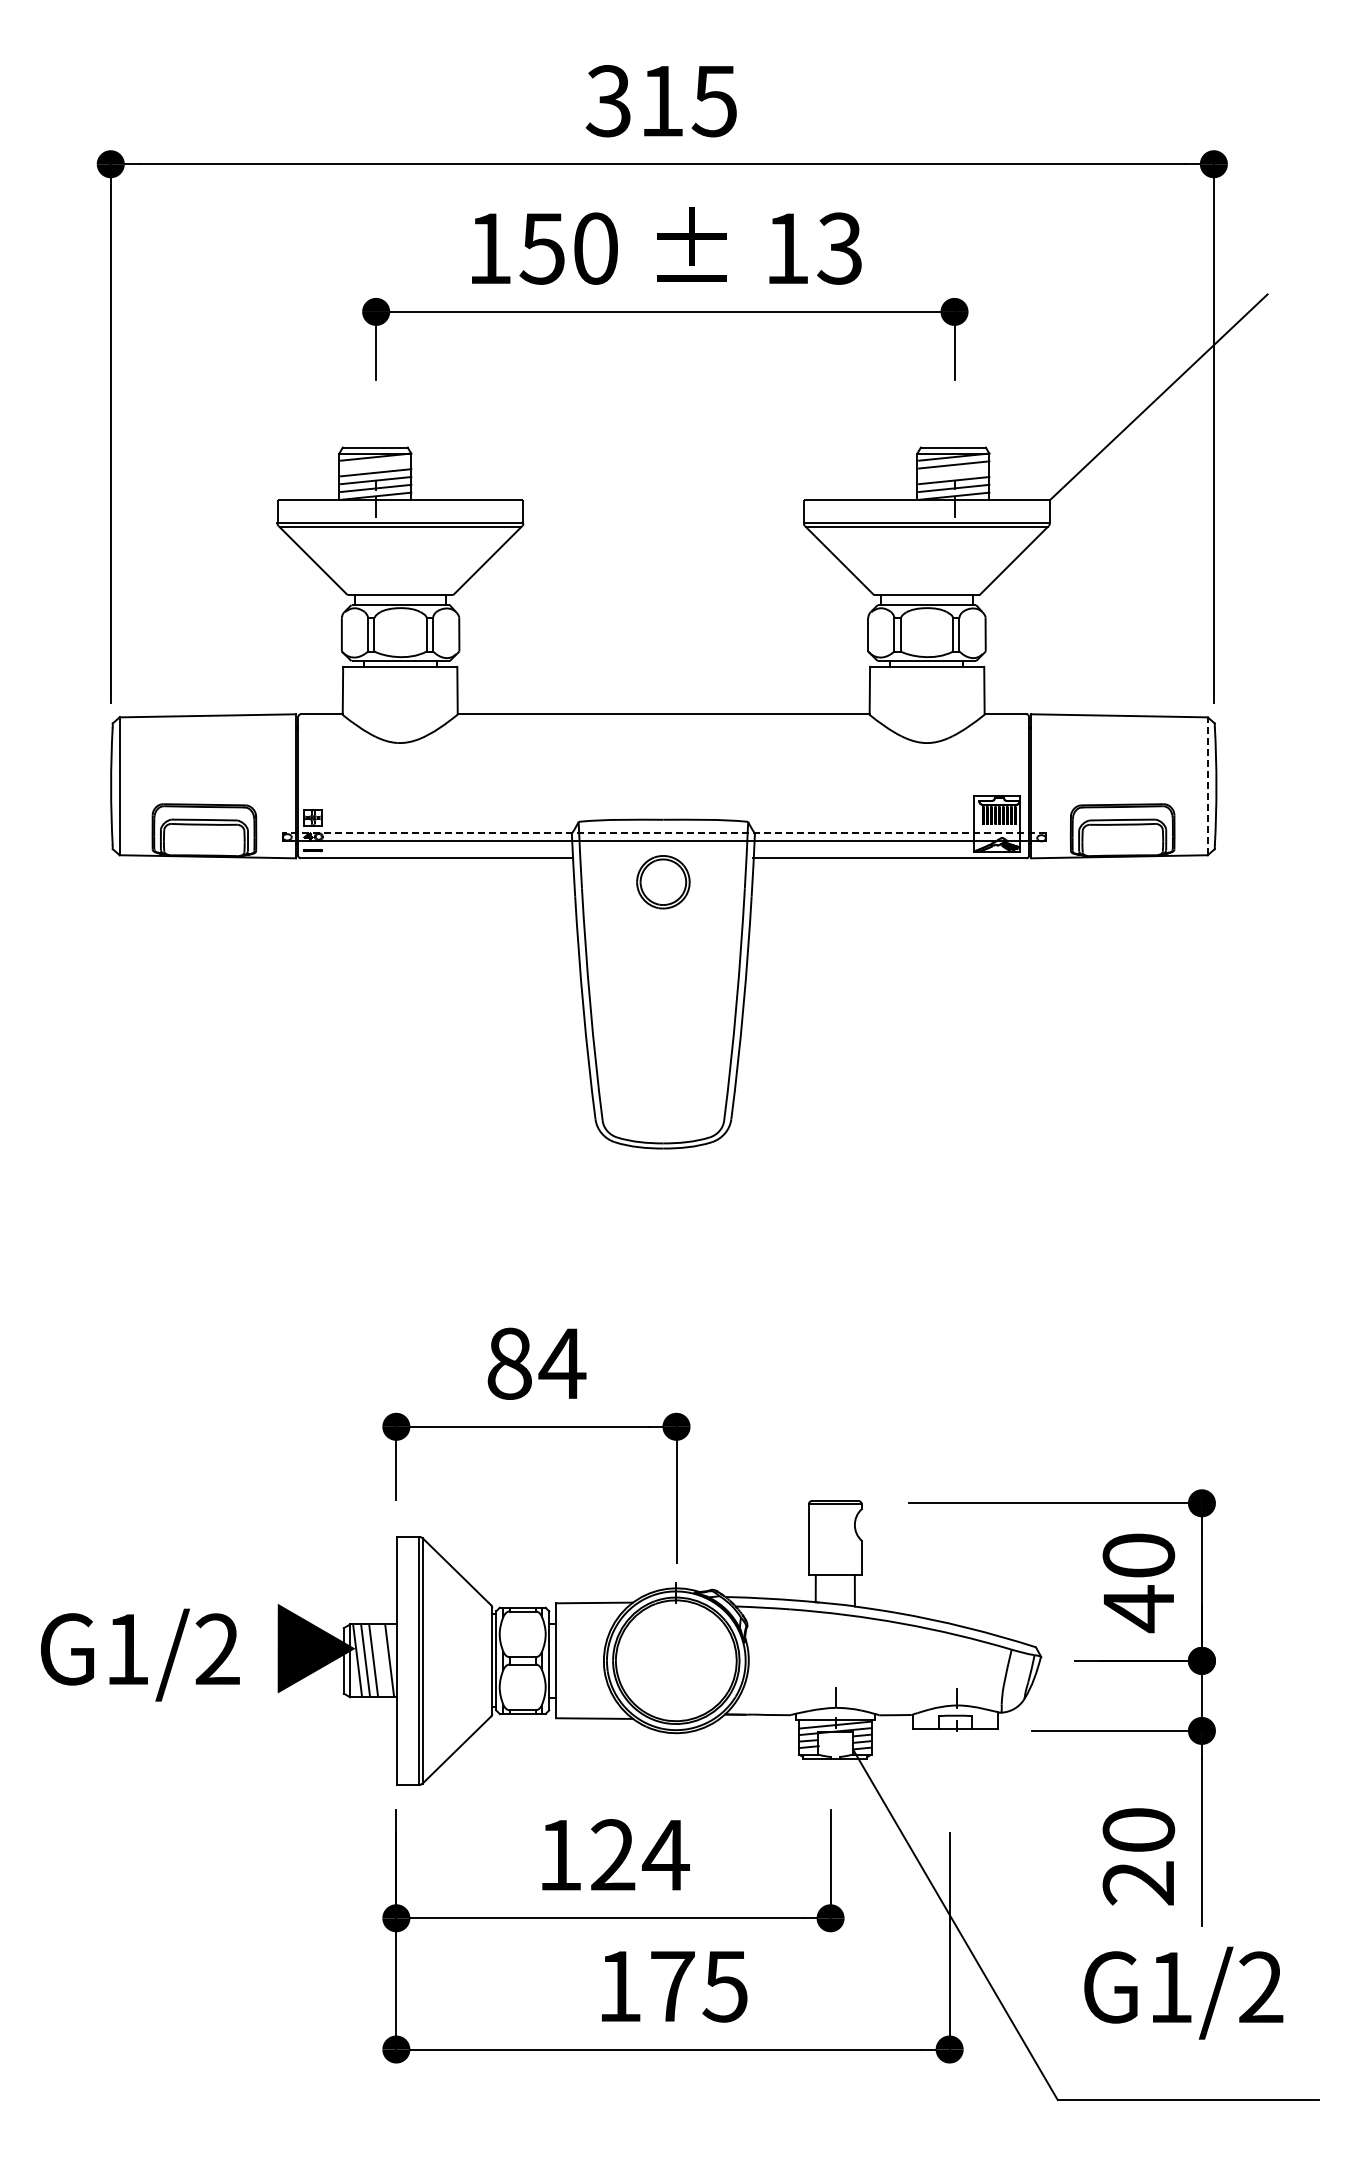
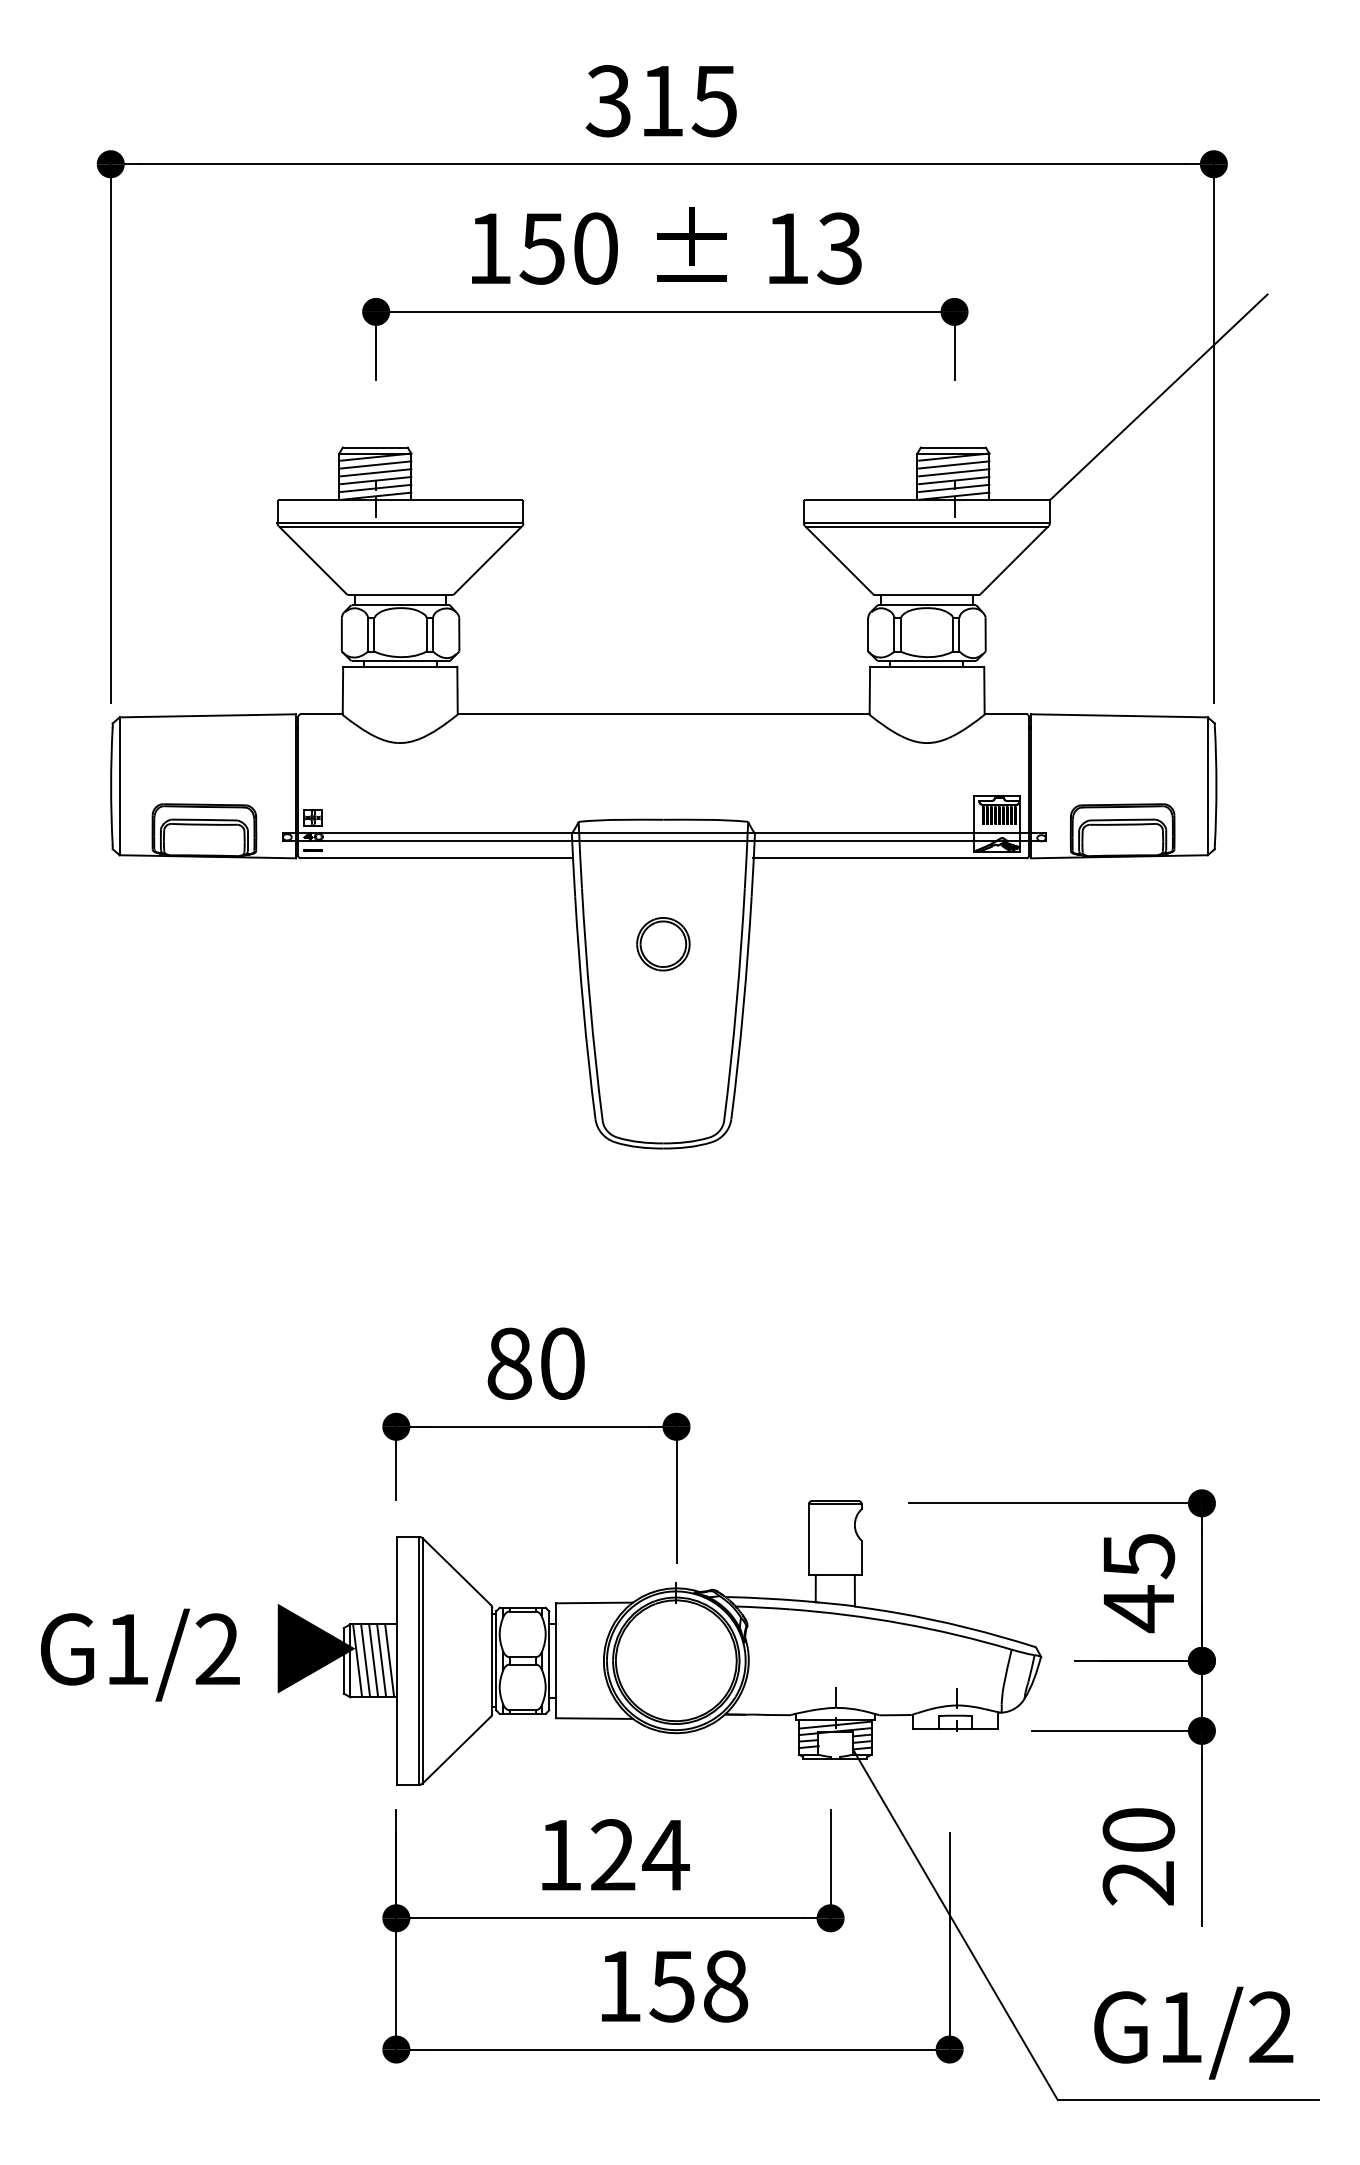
line at (376, 464): none -> present
line at (954, 472): none -> present
line at (1207, 786): dashed -> solid
line at (664, 833): dashed -> solid
part at (663, 882) position: (663, 882) -> (663, 944)
text at (562, 1363): 84 -> 80
text at (1138, 1556): 40 -> 45
line at (381, 1660): none -> present
text at (698, 1986): 175 -> 158
text at (1183, 1992) position: (1183, 1992) -> (1193, 2032)
